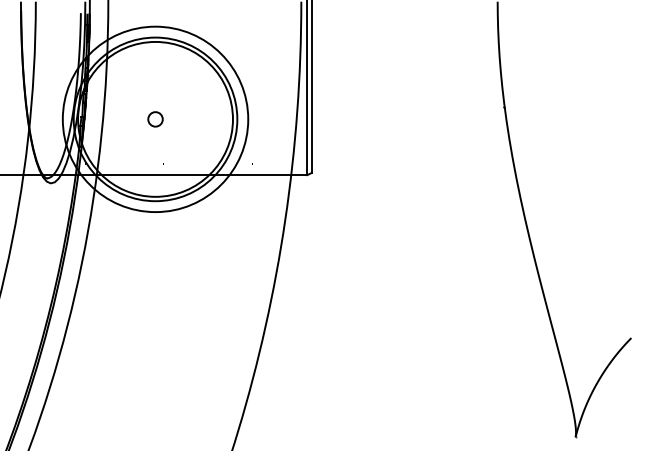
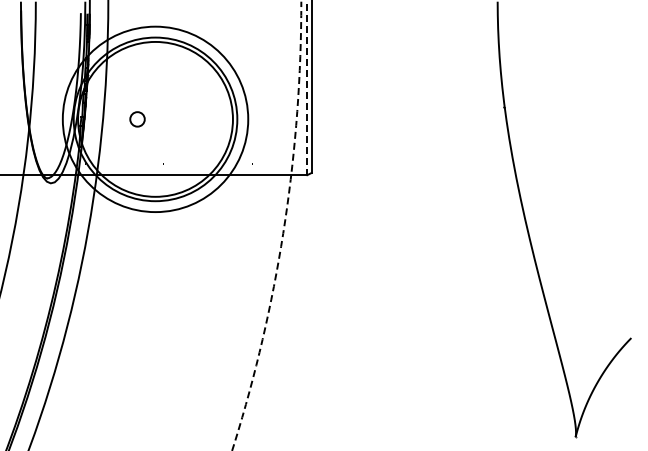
line at (307, 88): solid -> dashed
circle at (155, 119) position: (155, 119) -> (137, 119)
arc at (284, 227): solid -> dashed
